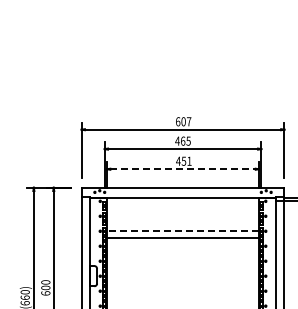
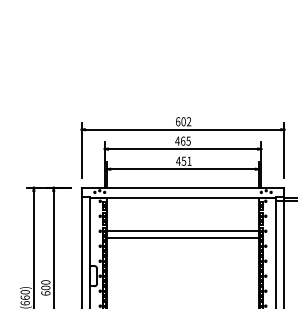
text at (189, 121): 607 -> 602
line at (183, 169): dashed -> solid
line at (183, 231): dashed -> solid
